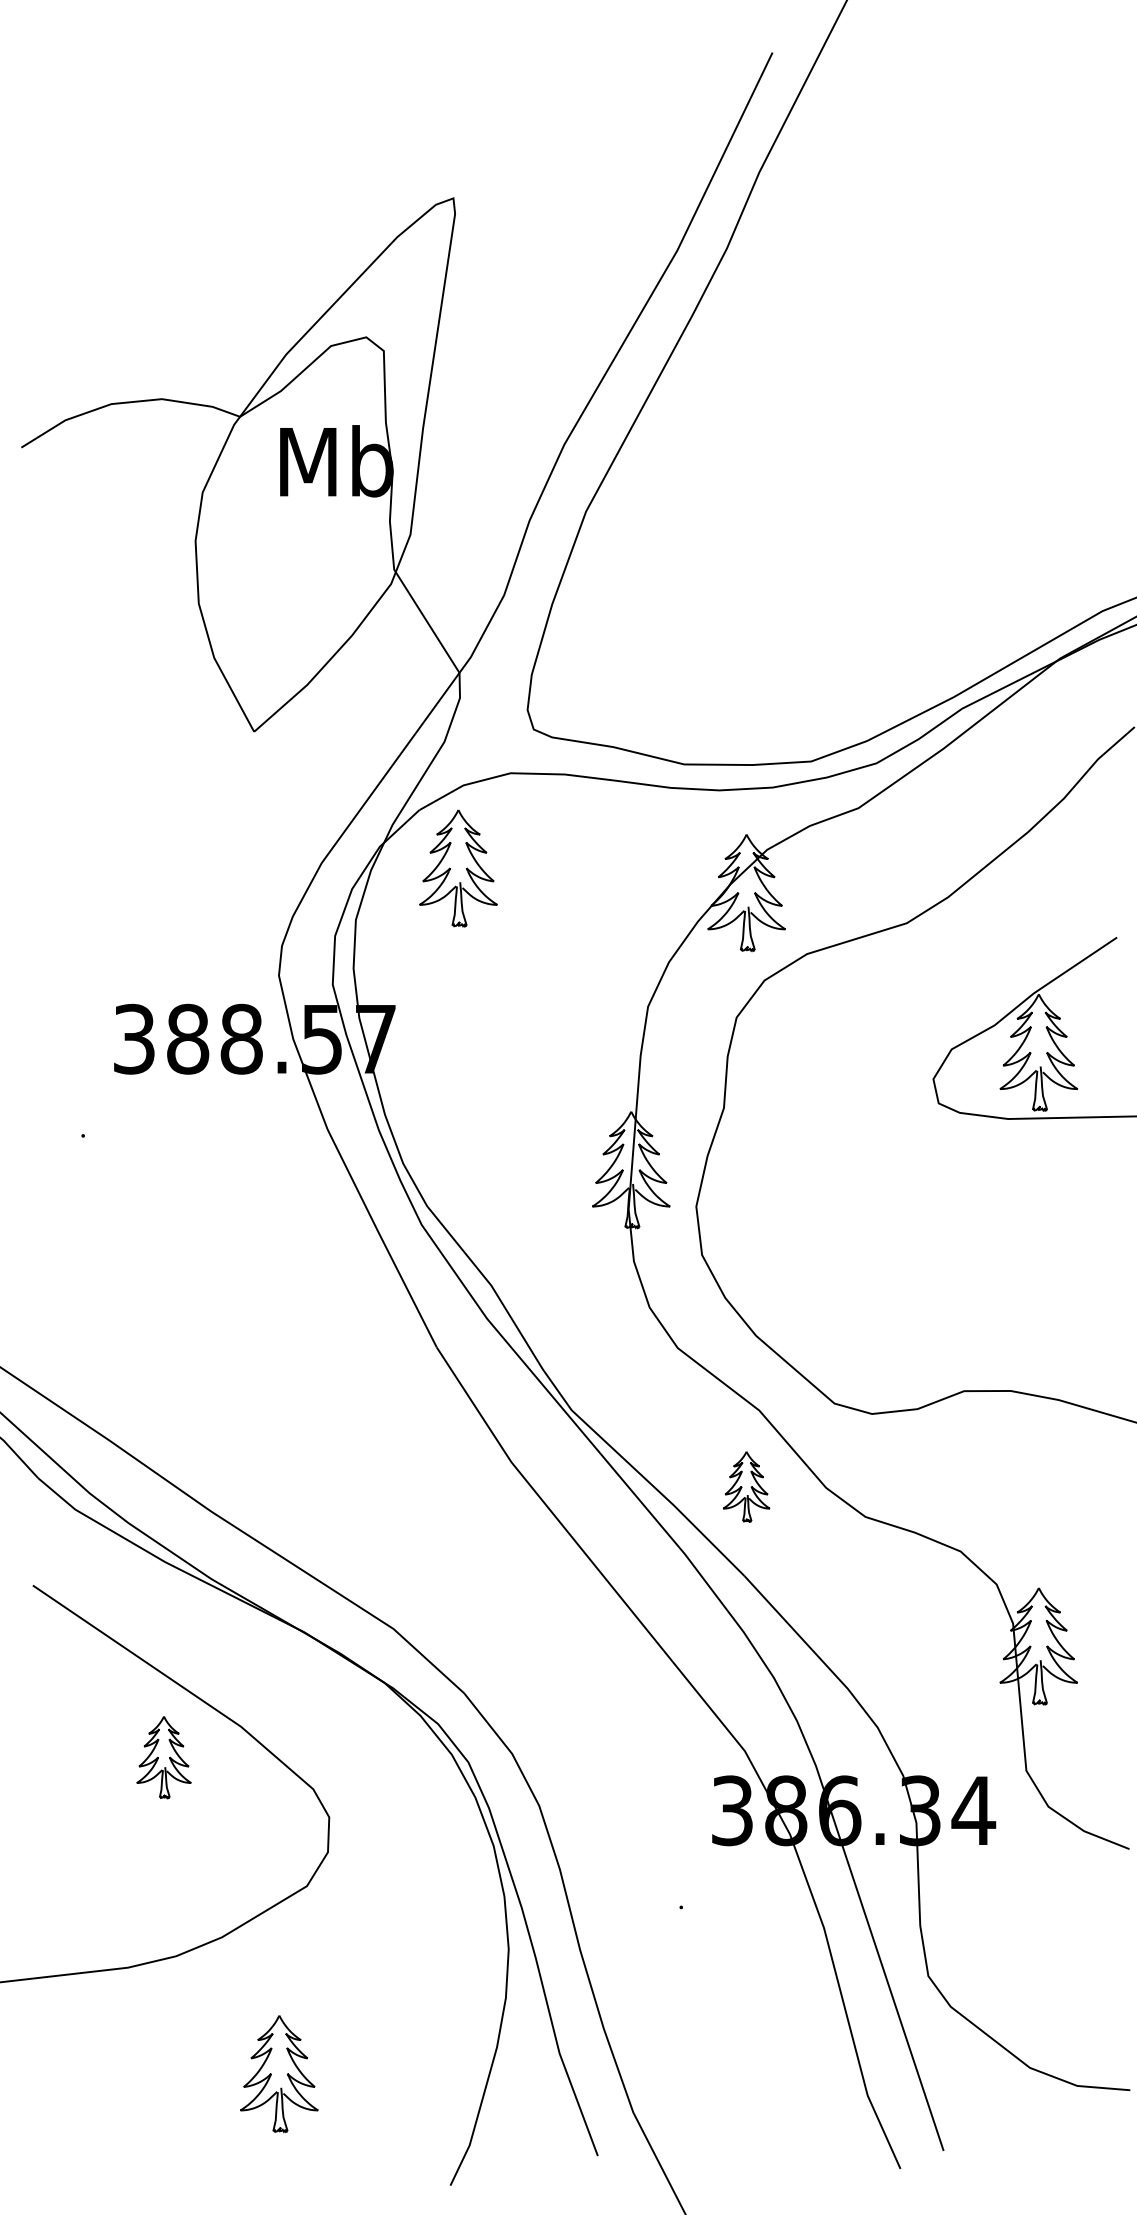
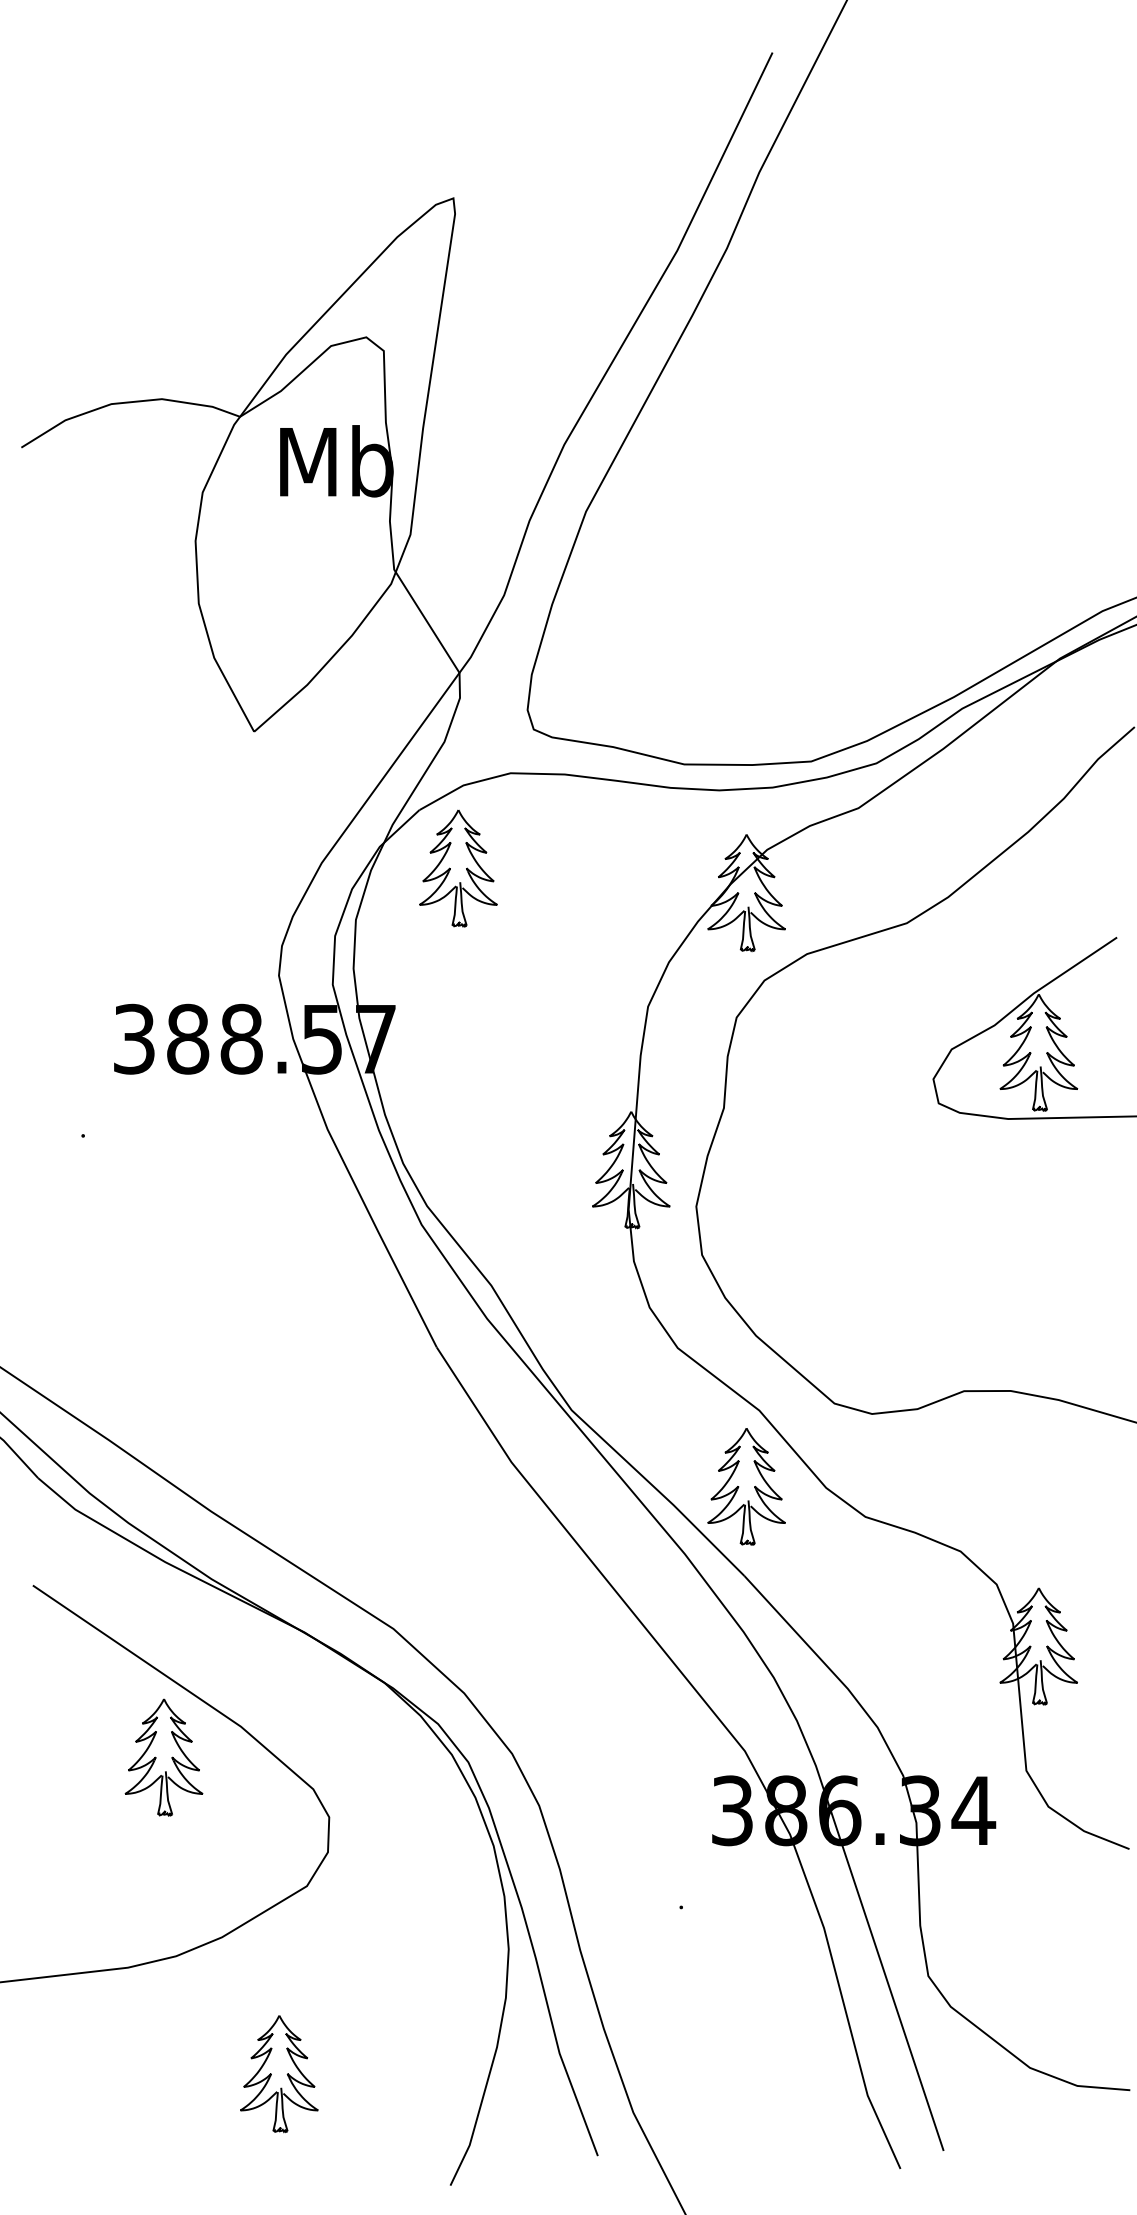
part at (746, 1486) size: 48x72 px -> 79x118 px
part at (163, 1757) size: 56x84 px -> 80x119 px
